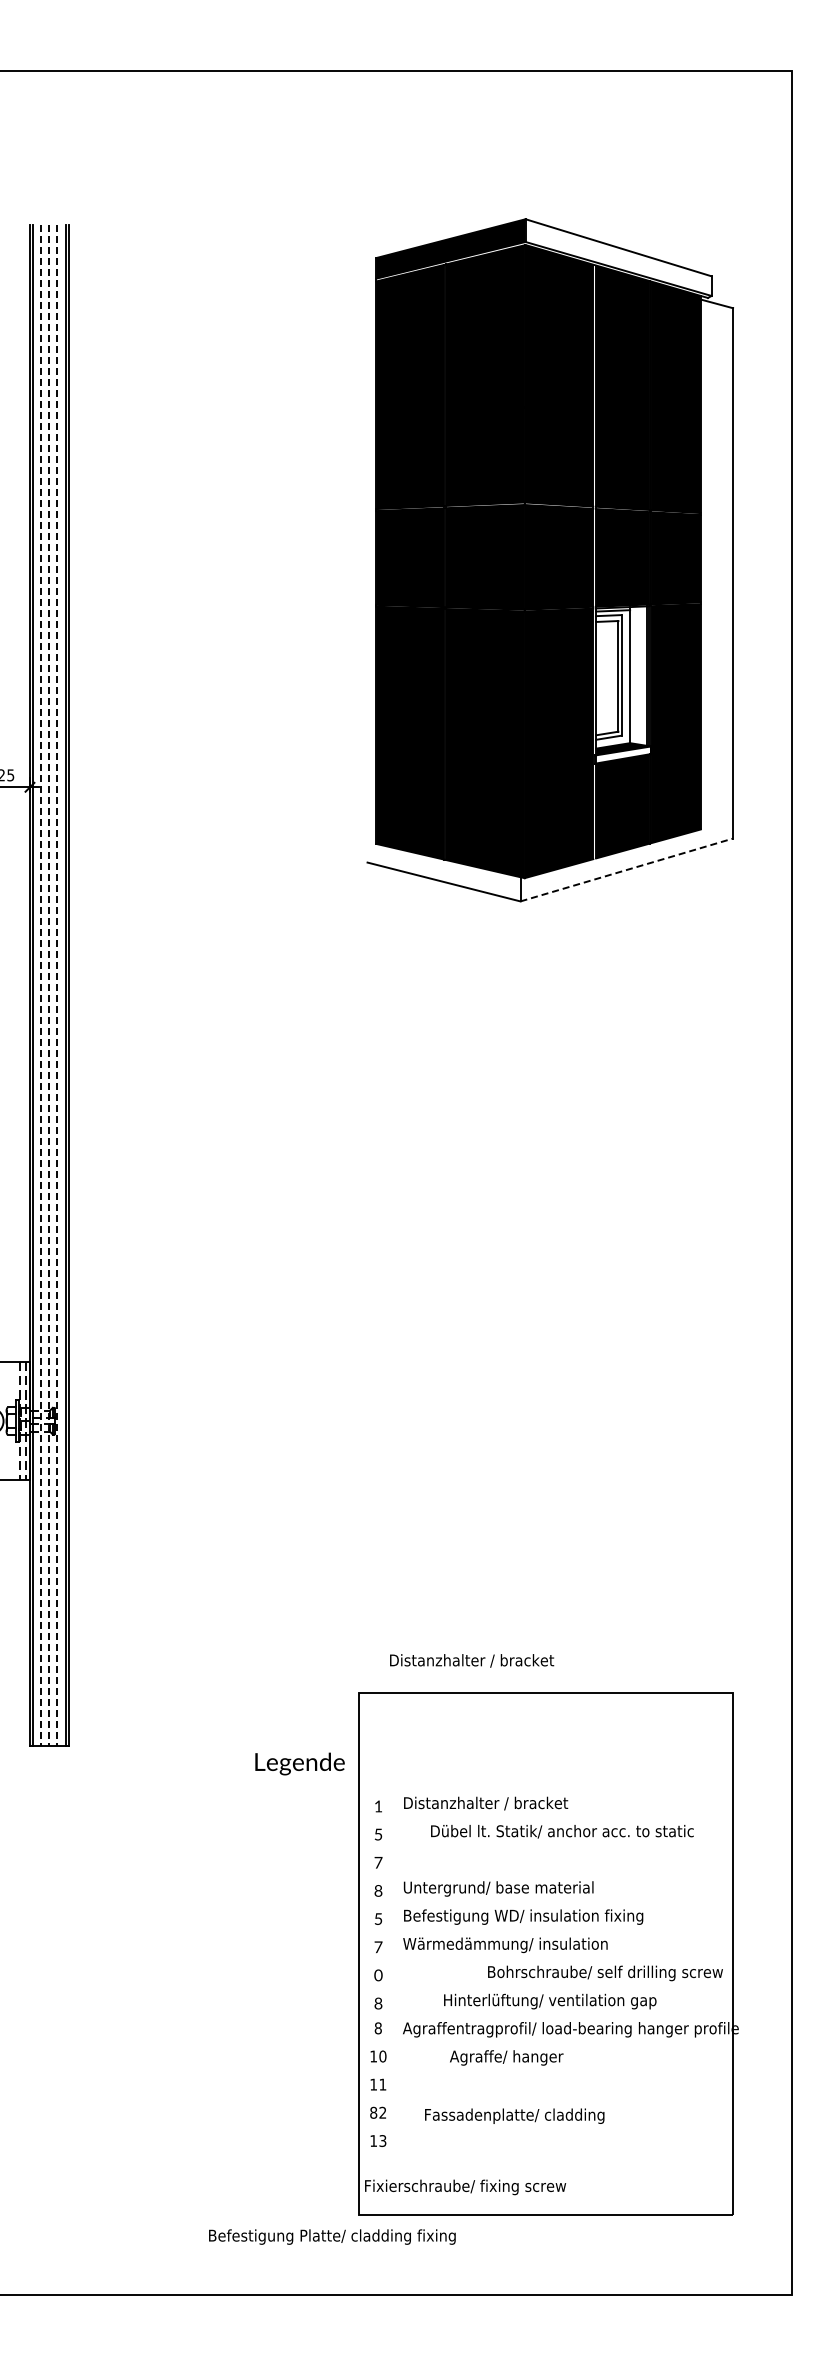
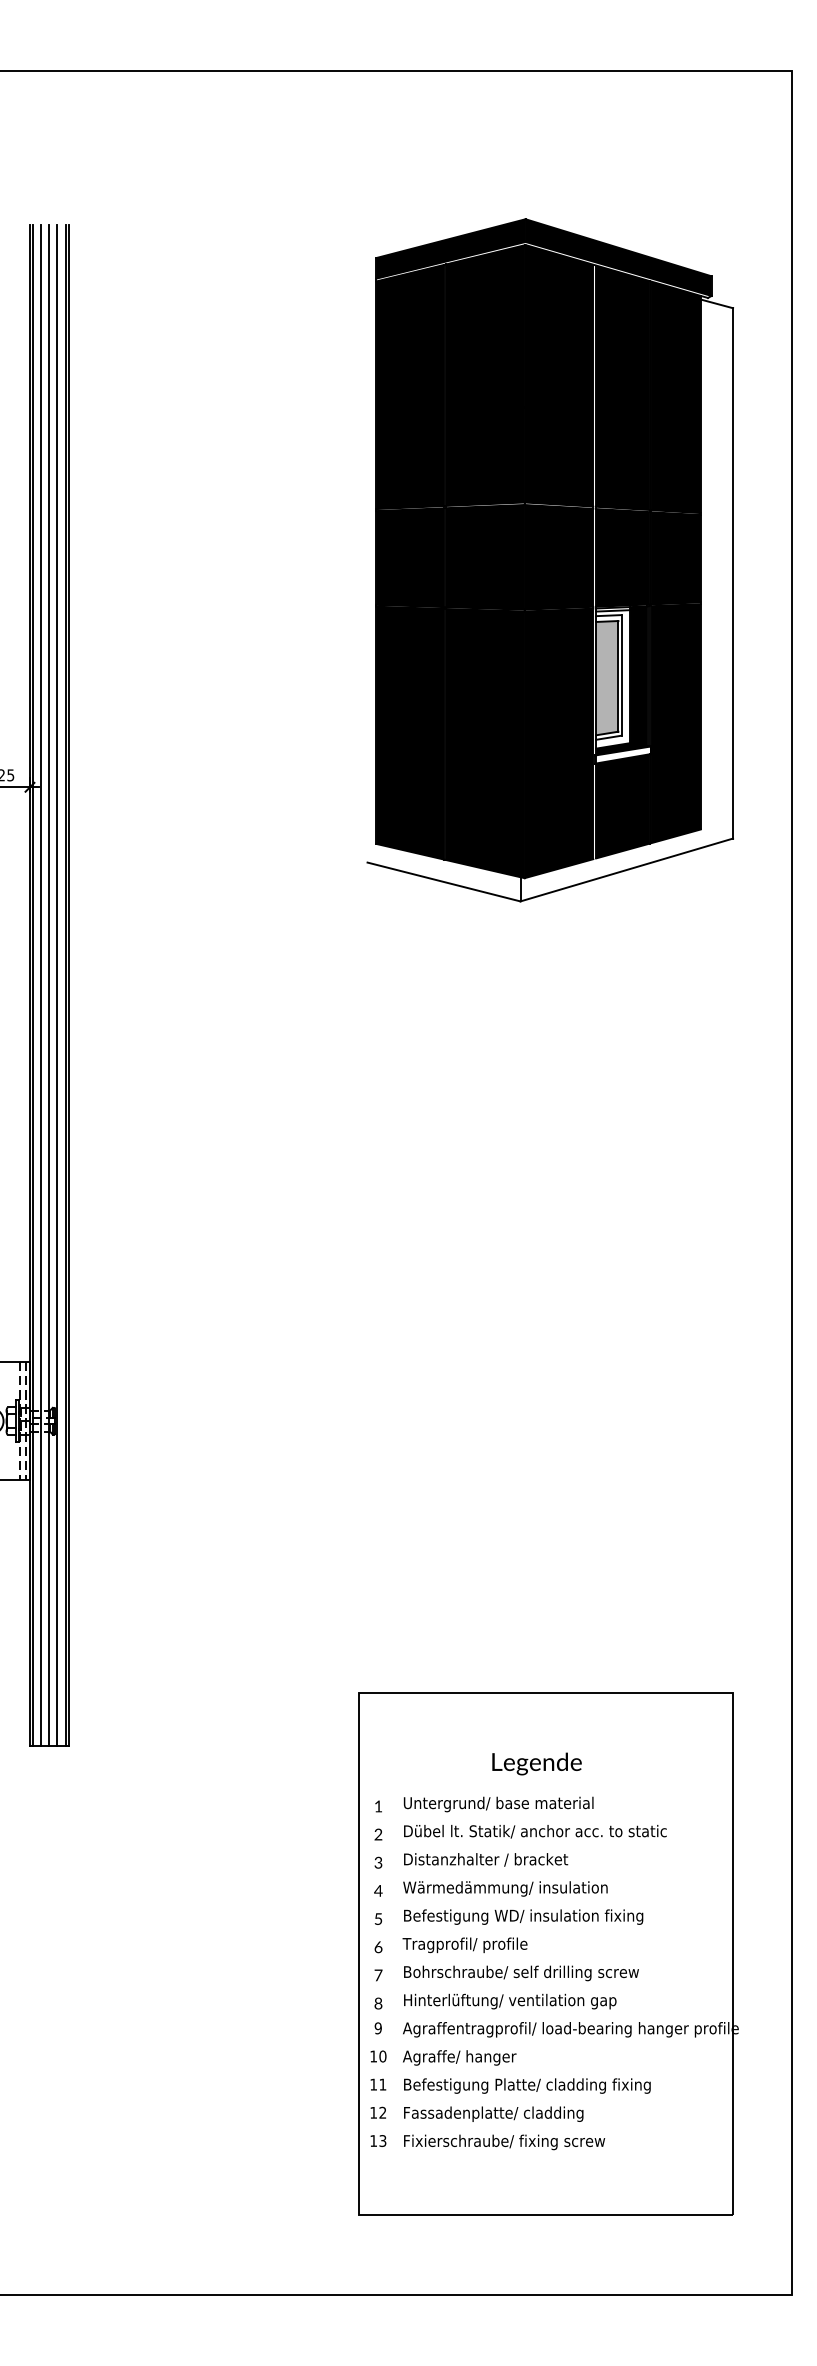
fill at (618, 257): none -> present
fill at (638, 675): none -> present
fill at (607, 678): none -> present
line at (626, 870): dashed -> solid
line at (41, 985): dashed -> solid
line at (49, 985): dashed -> solid
line at (57, 985): dashed -> solid
text at (472, 1660) position: (472, 1660) -> (486, 1859)
text at (299, 1763) position: (299, 1763) -> (536, 1763)
text at (498, 1804): Distanzhalter / bracket -> Untergrund/ base material
text at (562, 1831) position: (562, 1831) -> (535, 1831)
text at (378, 1834): 5 -> 2
text at (378, 1862): 7 -> 3
text at (505, 1888): Untergrund/ base material -> Wärmedämmung/ insulation
text at (378, 1890): 8 -> 4
text at (504, 1945): Wärmedämmung/ insulation -> Tragprofil/ profile
text at (378, 1947): 7 -> 6
text at (605, 1973) position: (605, 1973) -> (521, 1973)
text at (378, 1975): 0 -> 7
text at (550, 2001) position: (550, 2001) -> (510, 2001)
text at (377, 2028): 8 -> 9
text at (506, 2057) position: (506, 2057) -> (459, 2057)
text at (373, 2112): 82 -> 12
text at (514, 2115) position: (514, 2115) -> (493, 2113)
text at (465, 2187) position: (465, 2187) -> (504, 2142)
text at (332, 2236) position: (332, 2236) -> (527, 2085)
